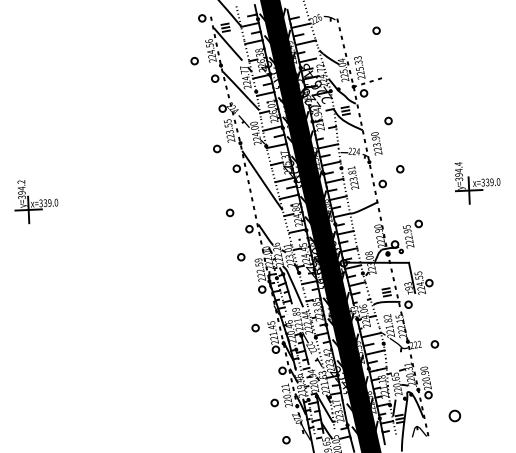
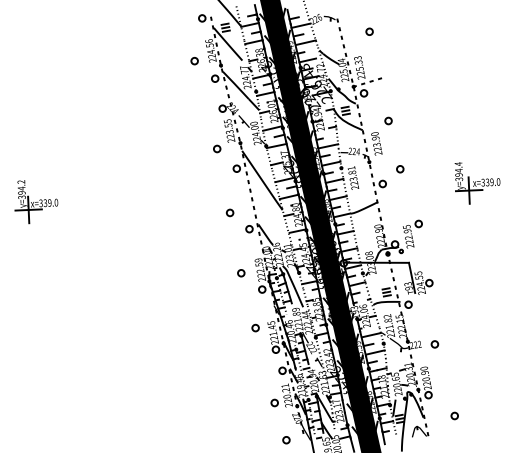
circle at (376, 30) position: (376, 30) -> (369, 31)
circle at (241, 257) position: (241, 257) -> (241, 273)
circle at (454, 415) size: 14x14 px -> 9x10 px
